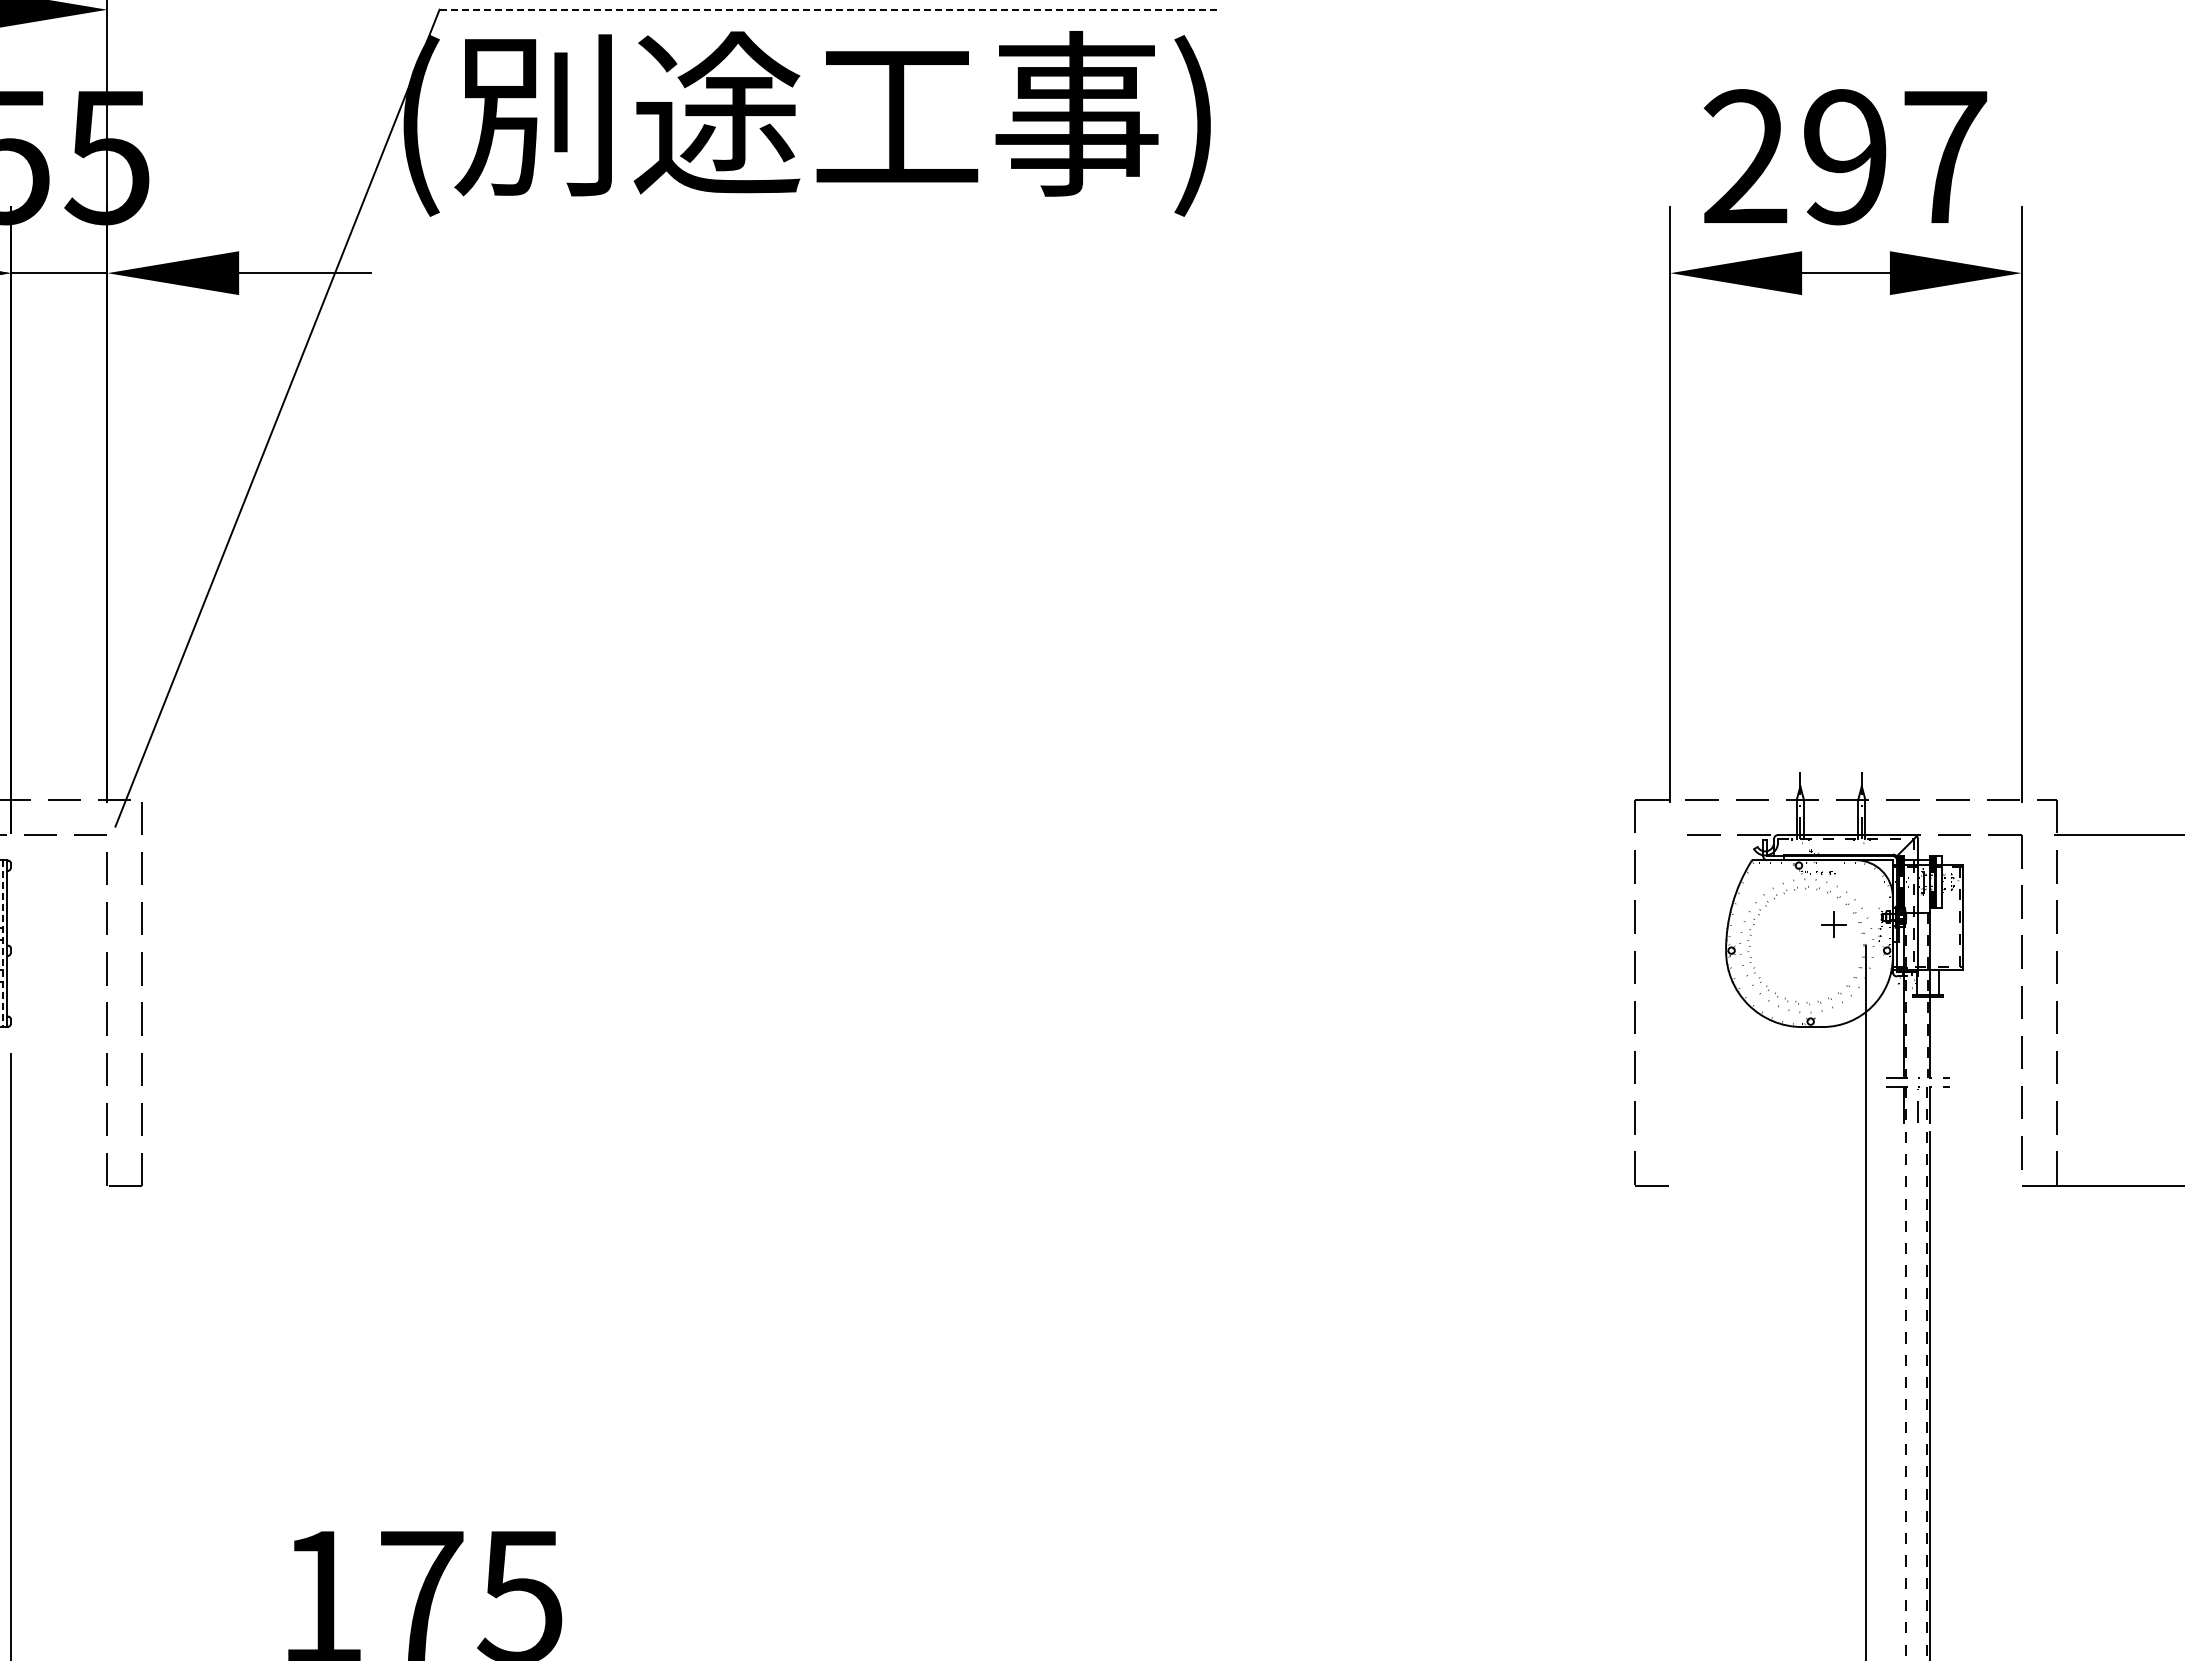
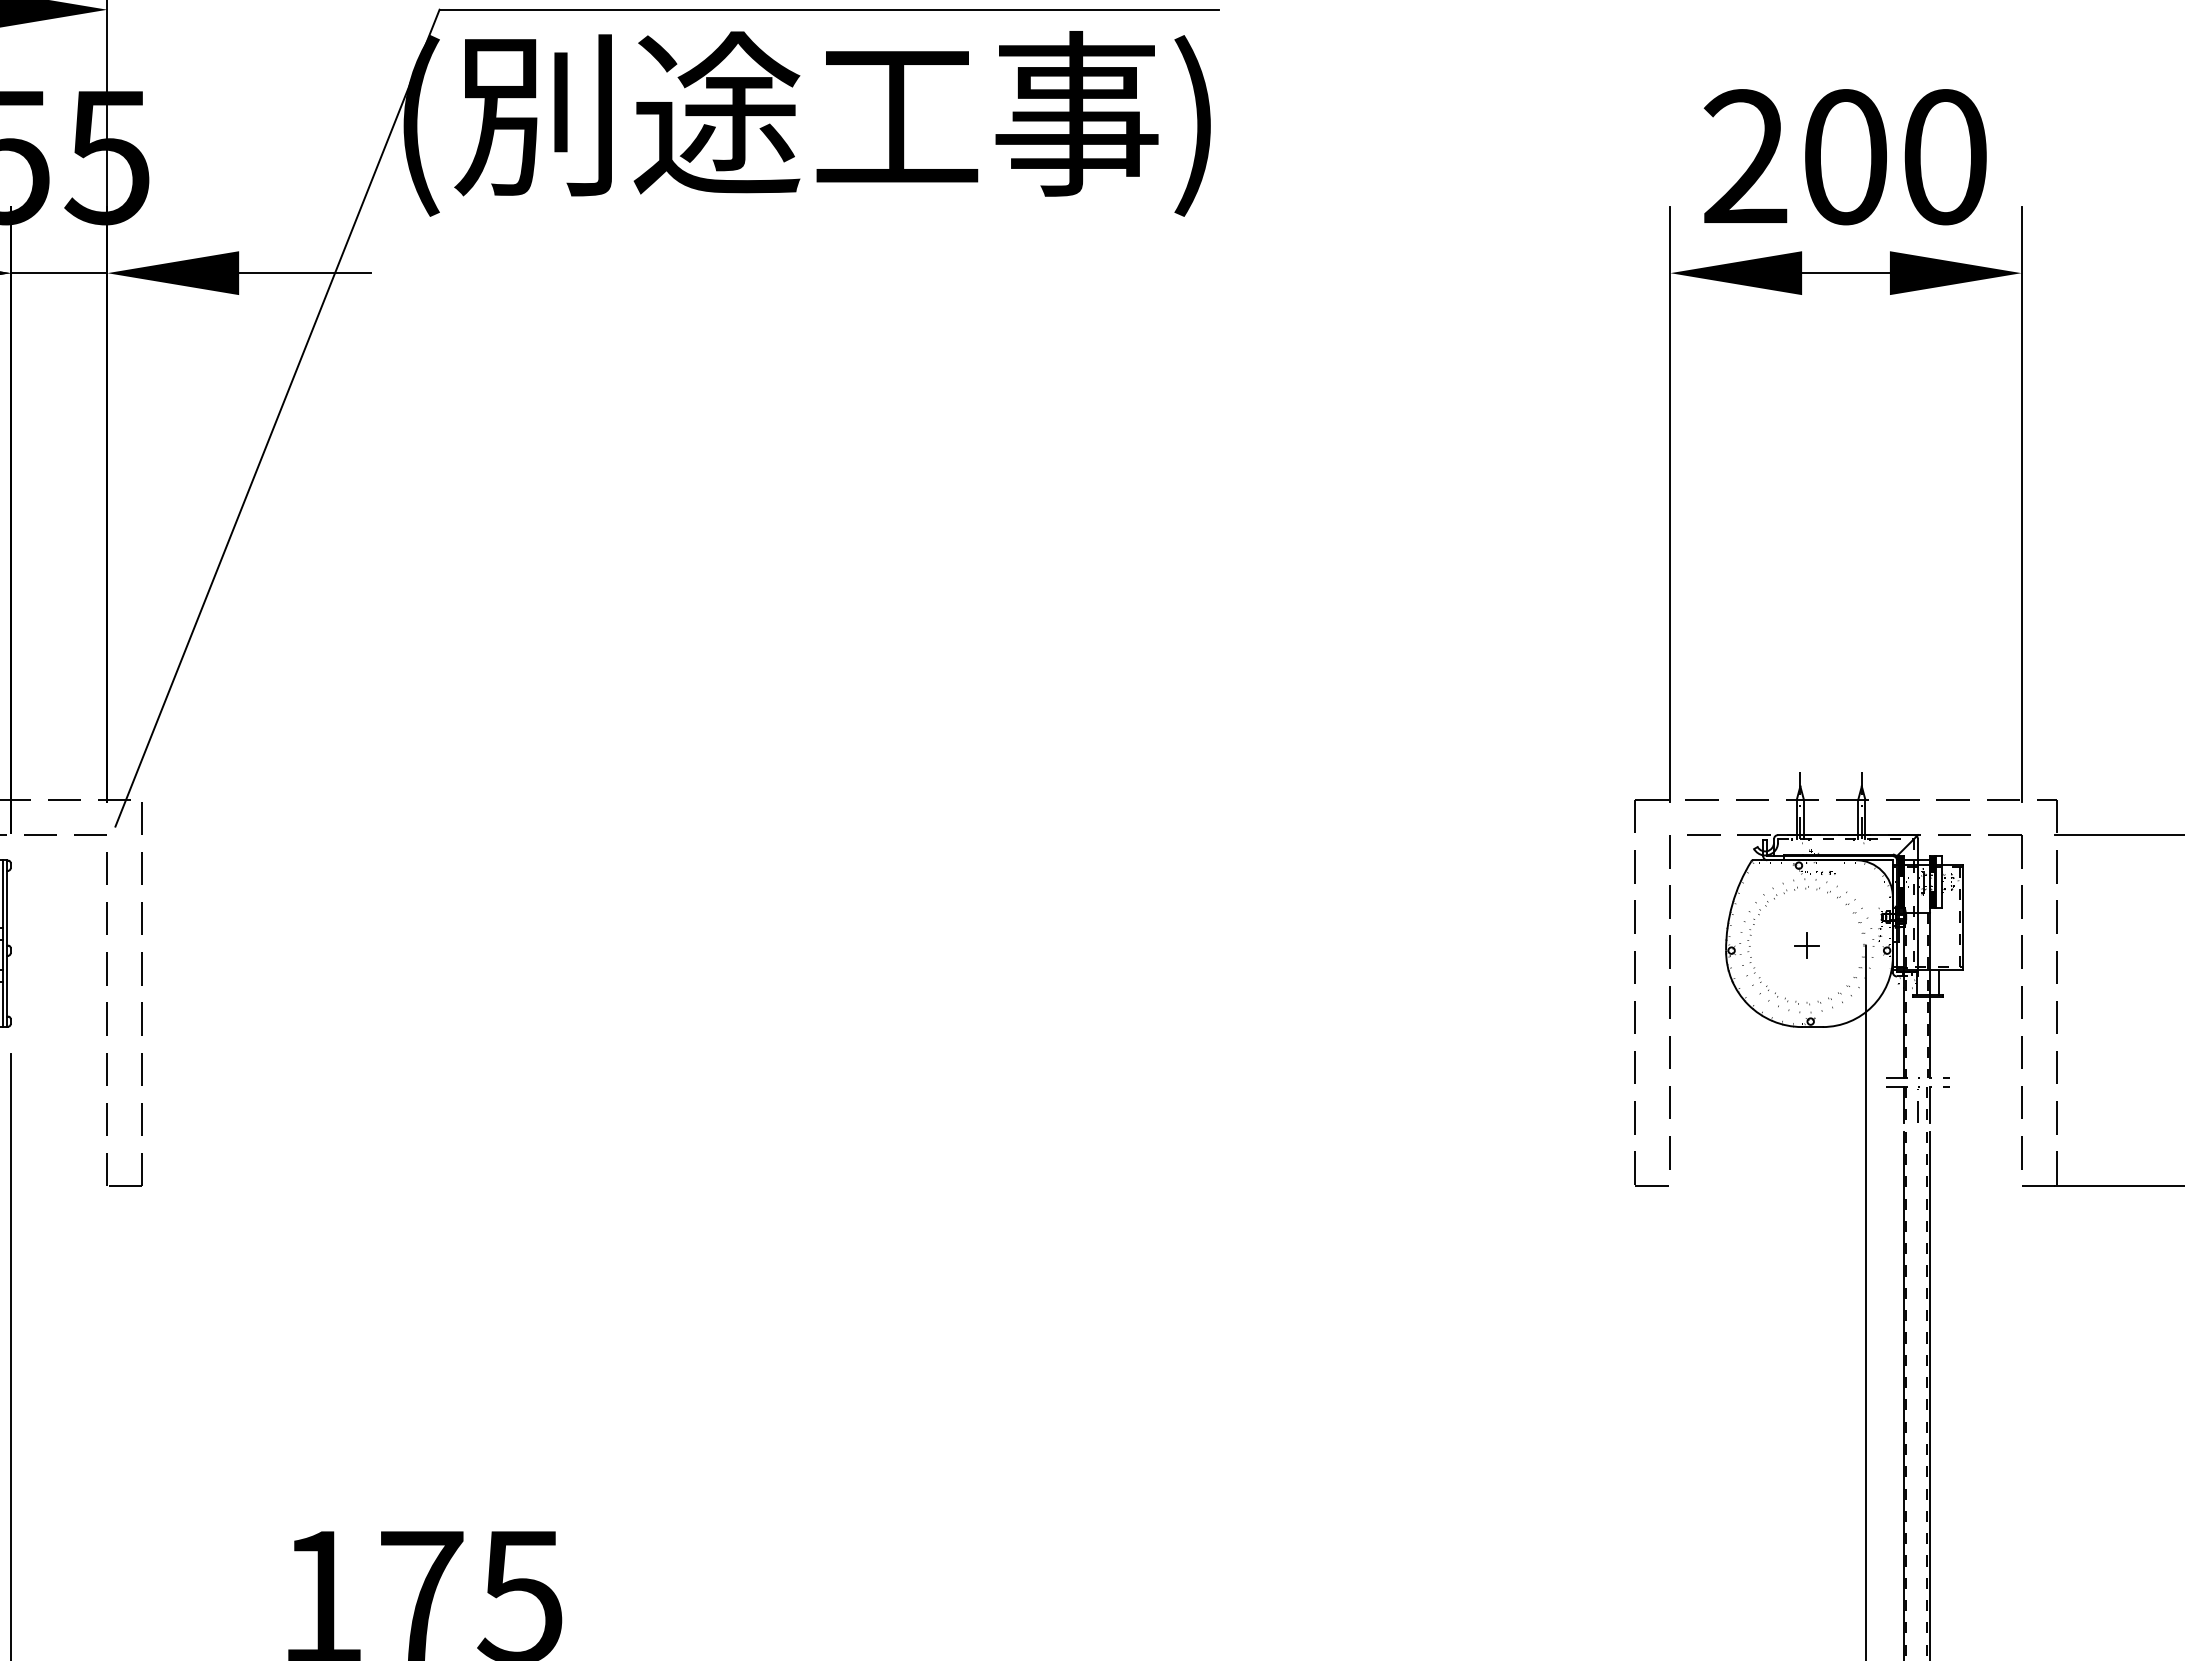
line at (829, 9): dashed -> solid
text at (1895, 157): 297 -> 200
part at (1833, 924) position: (1833, 924) -> (1806, 945)
line at (2, 944): dashed -> solid
line at (1669, 1002): none -> present
line at (1903, 1394): none -> present
